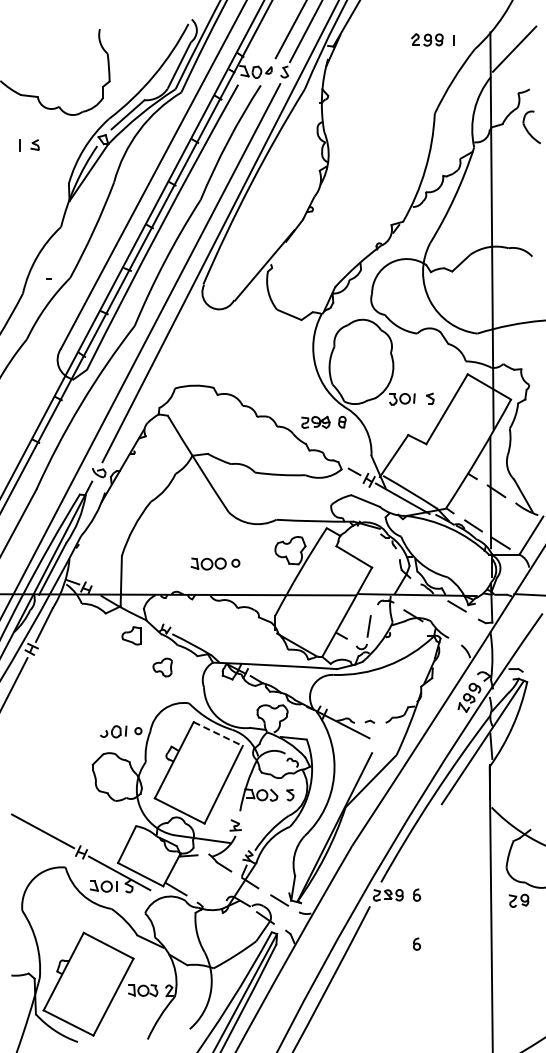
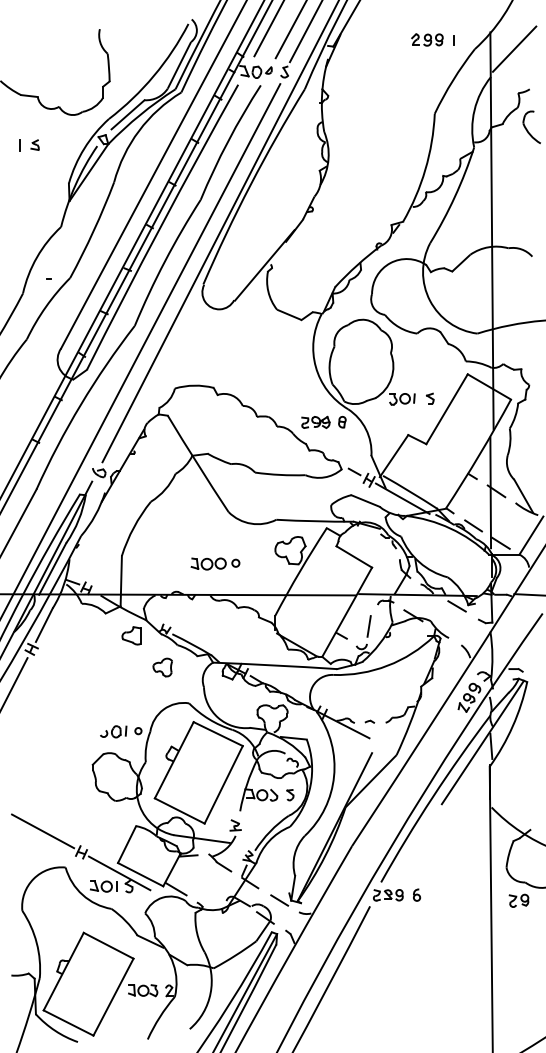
line at (268, 29): none -> present
line at (218, 734): dashed -> solid
part at (417, 943): present -> none
